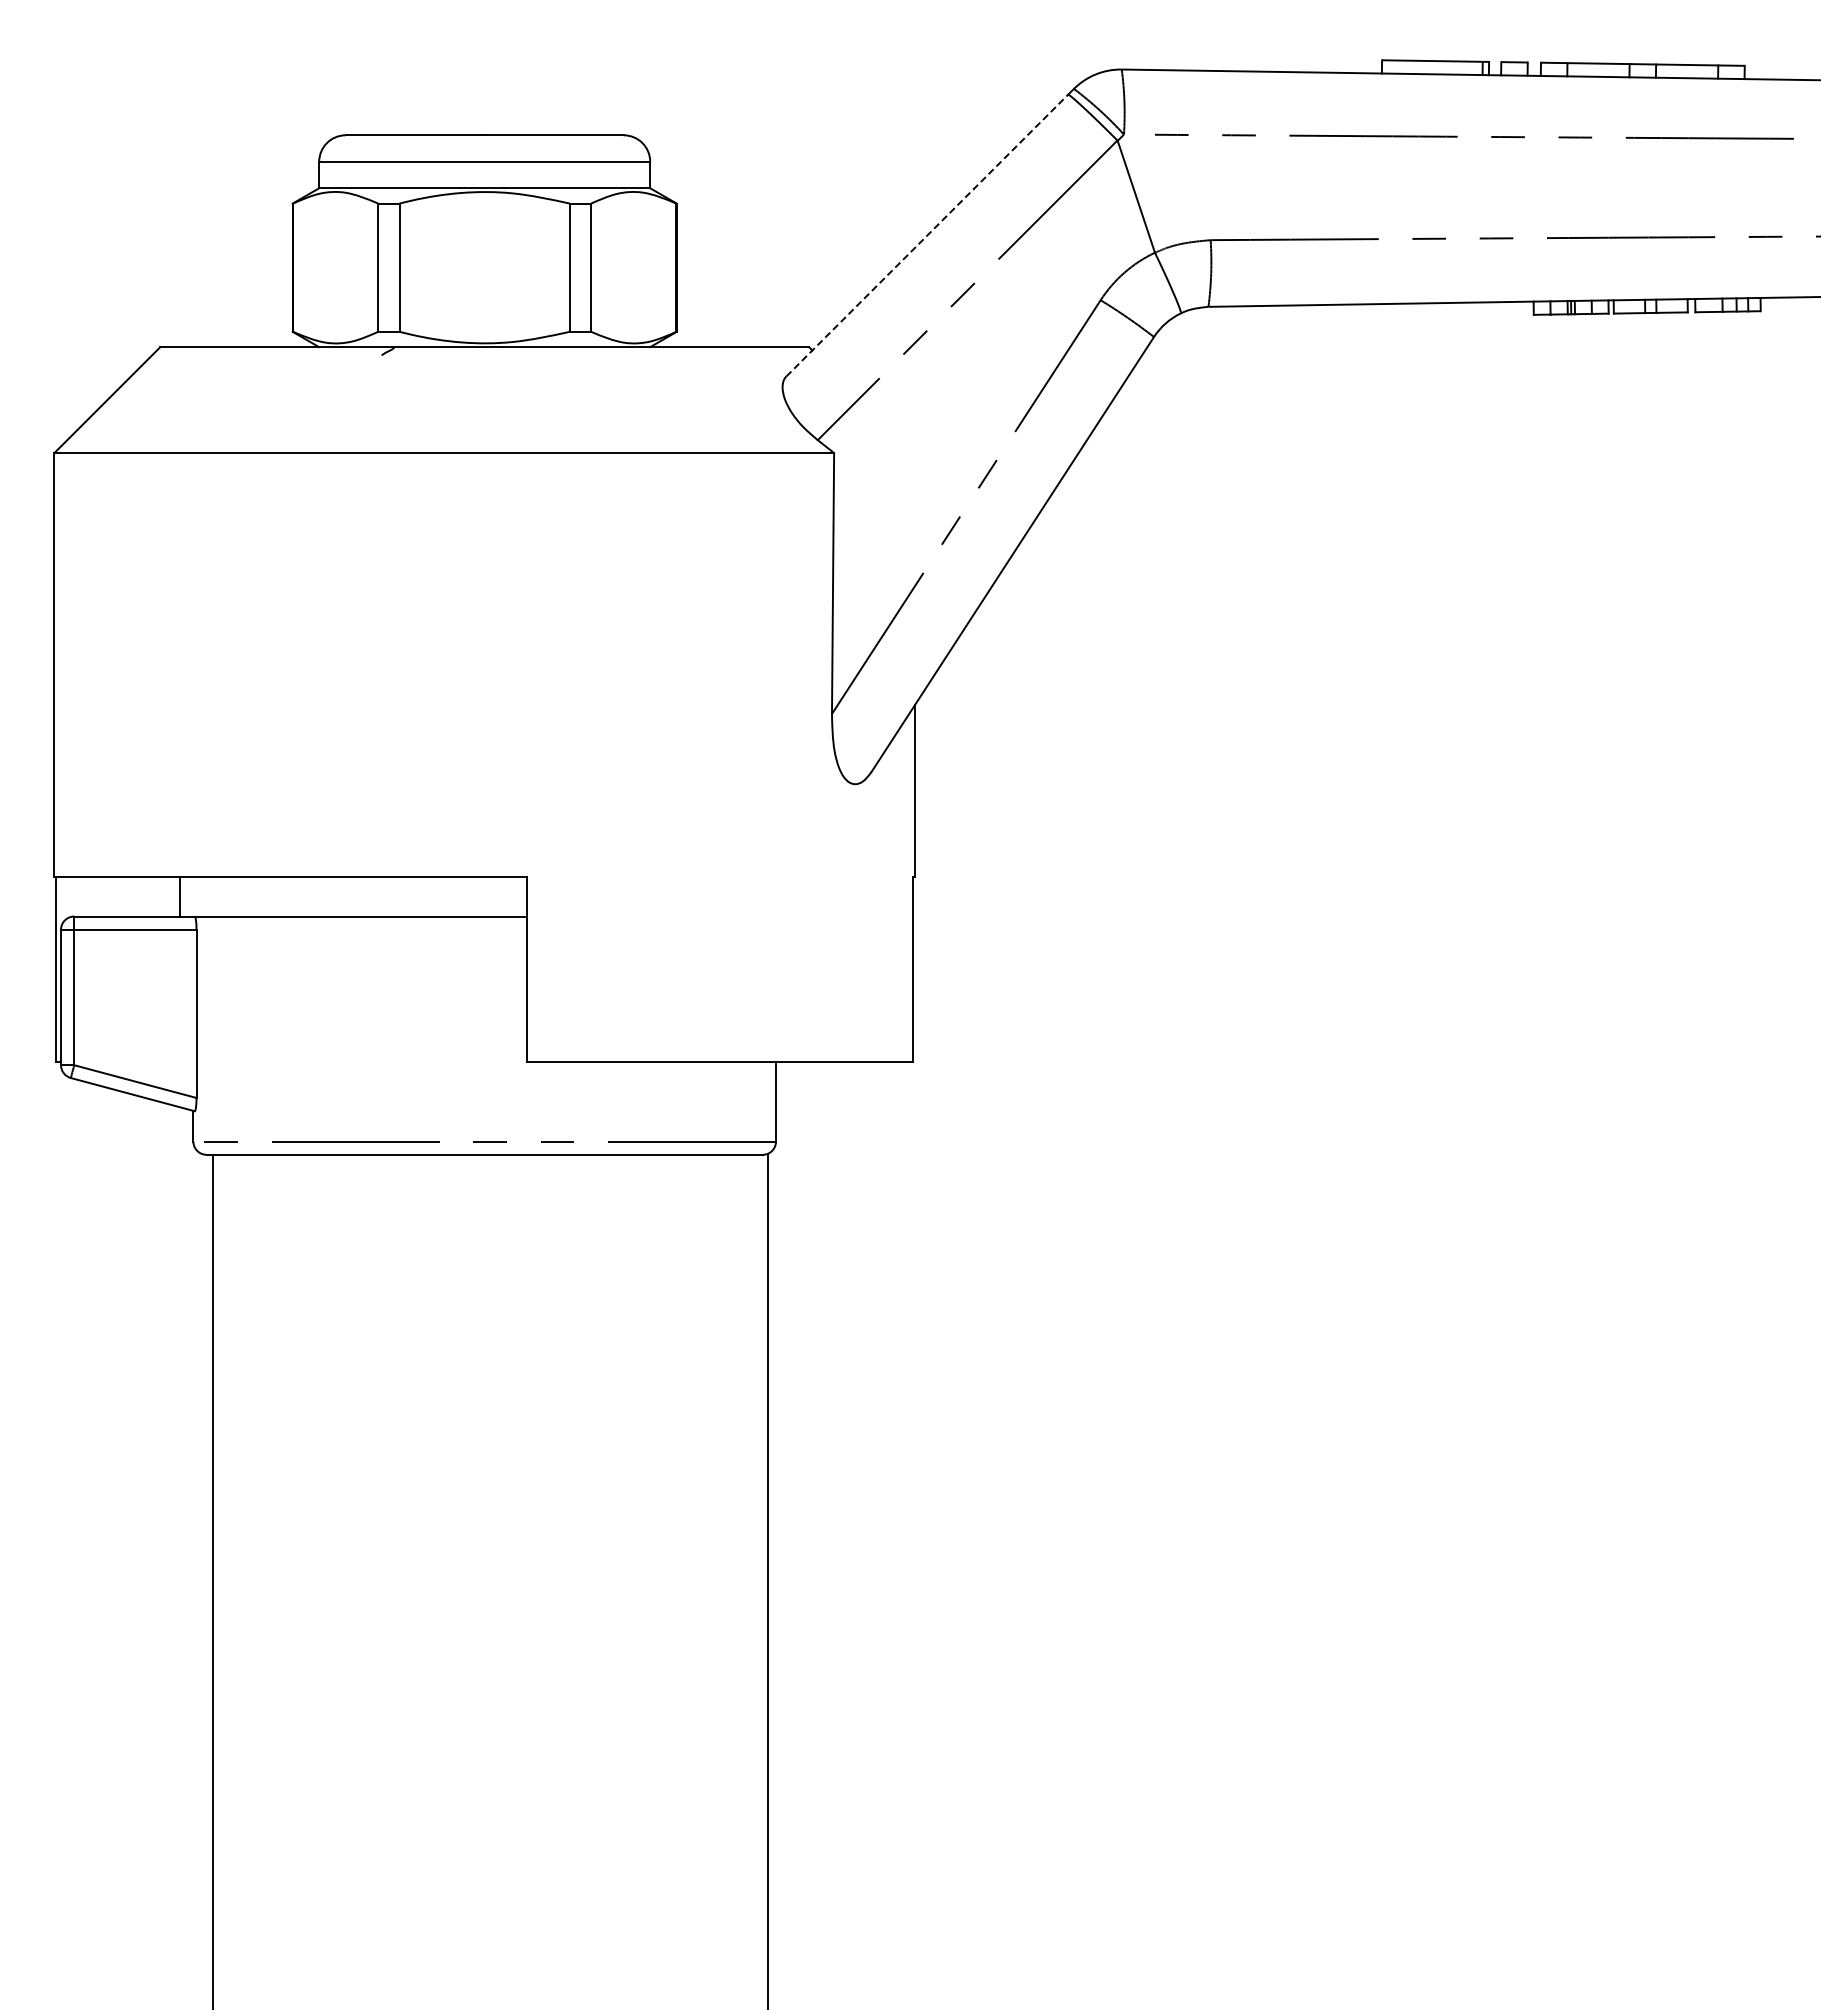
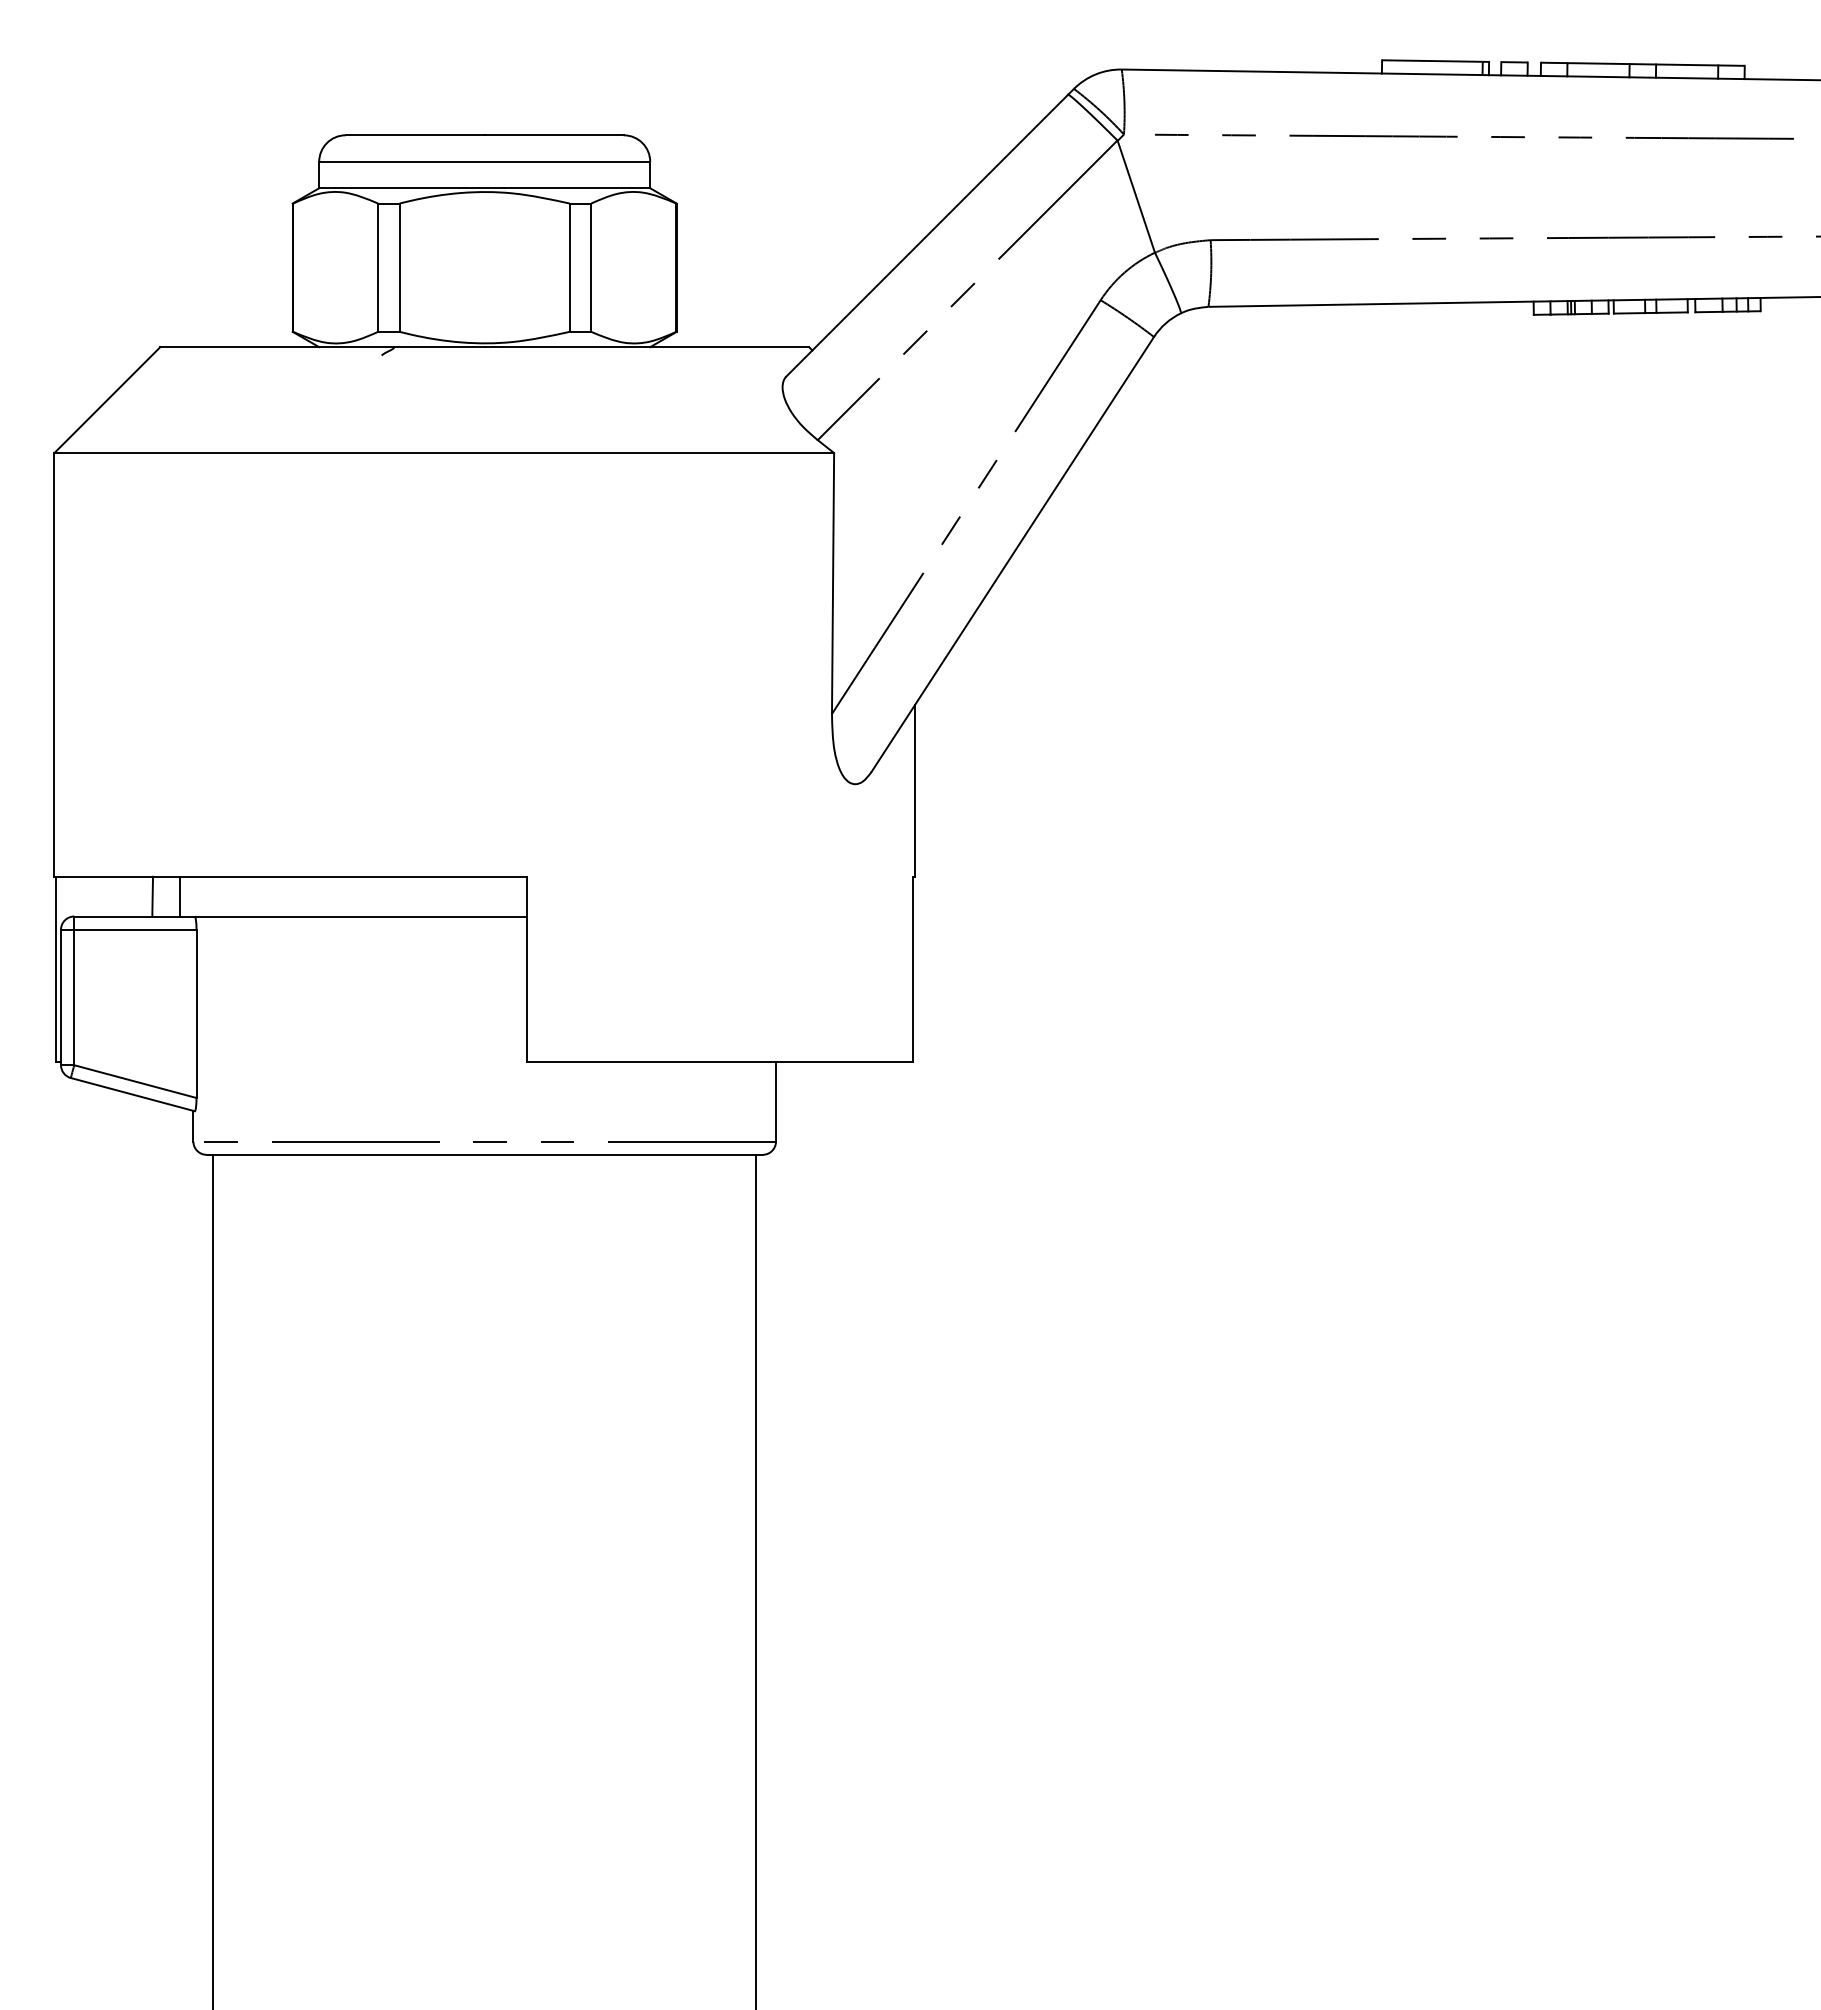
line at (927, 235): dashed -> solid
line at (152, 896): none -> present
line at (768, 1580) position: (768, 1580) -> (756, 1580)
